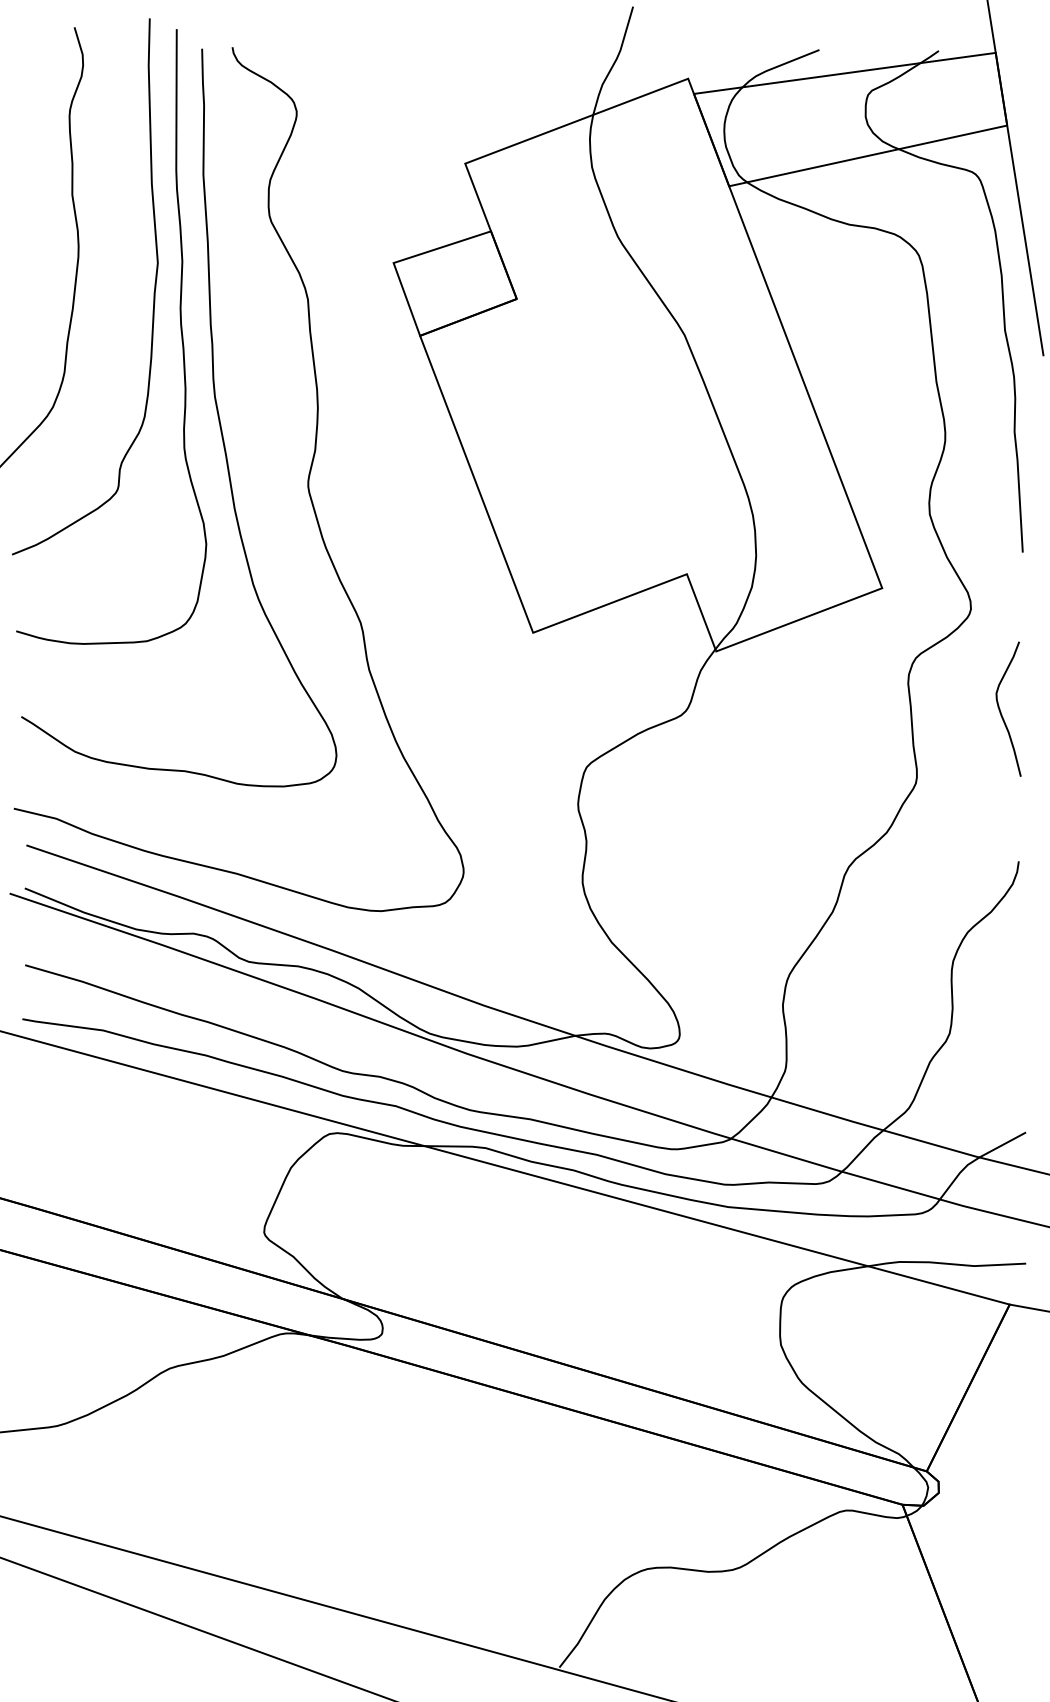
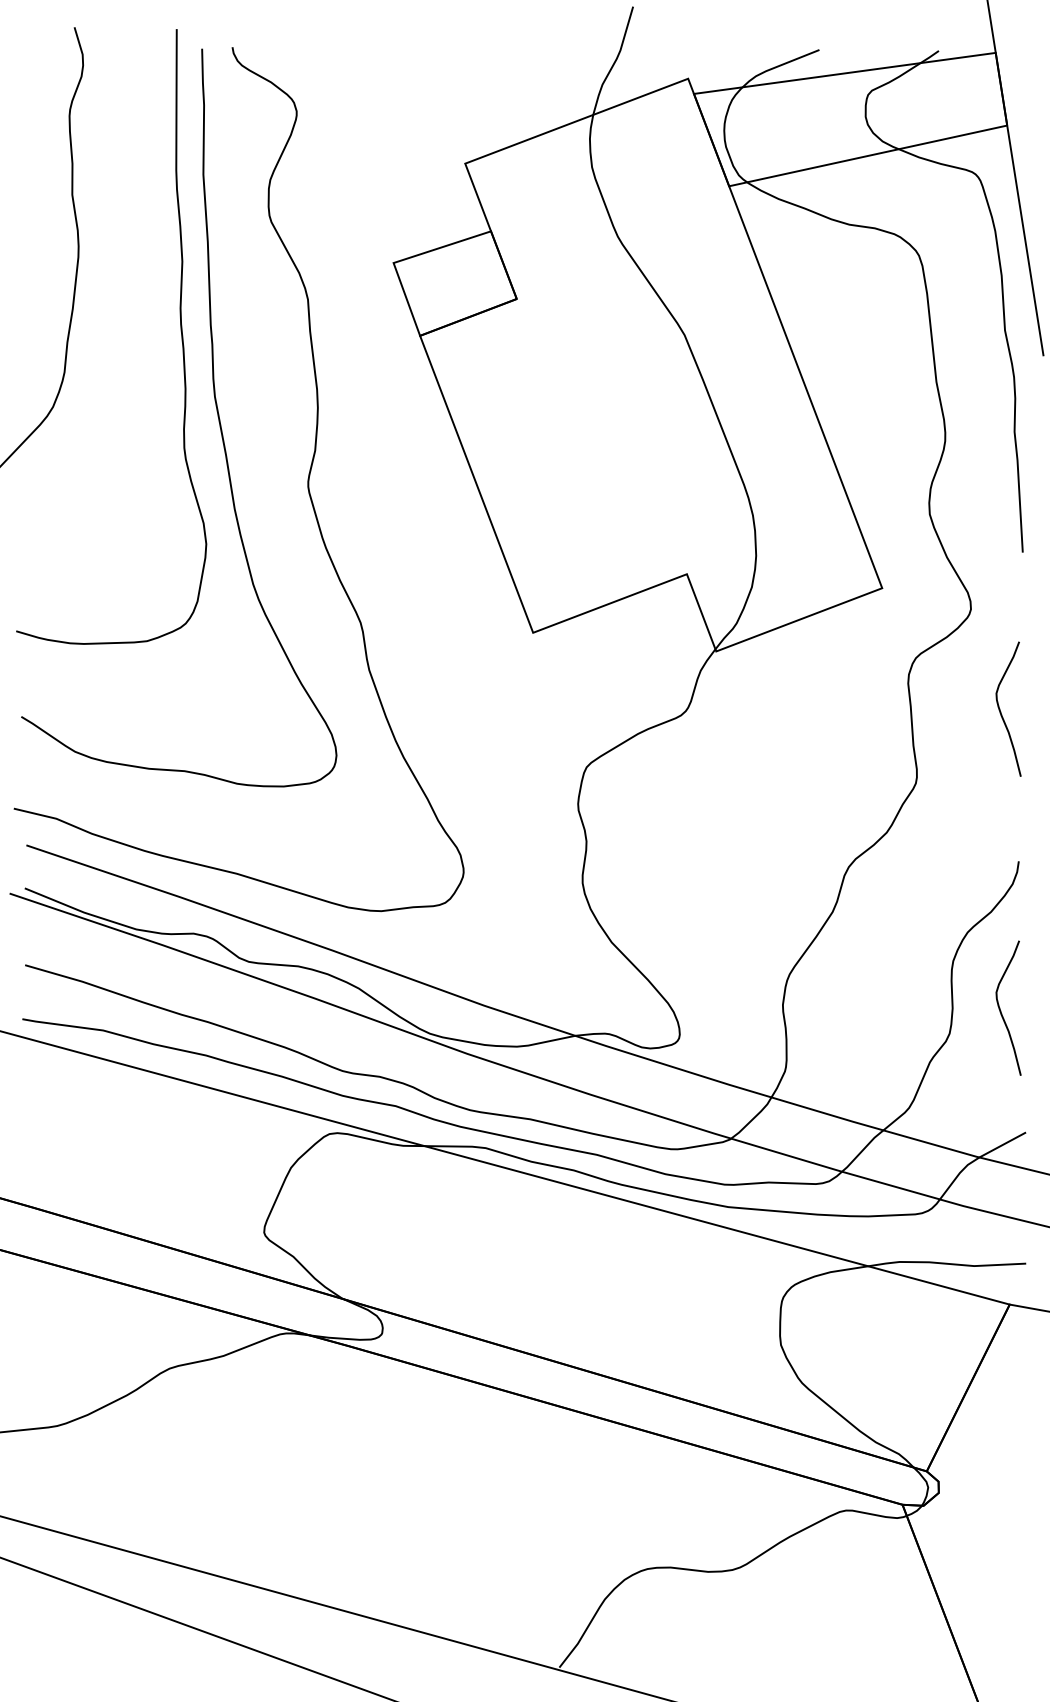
curve at (153, 292): present -> none
curve at (1001, 1010): none -> present
